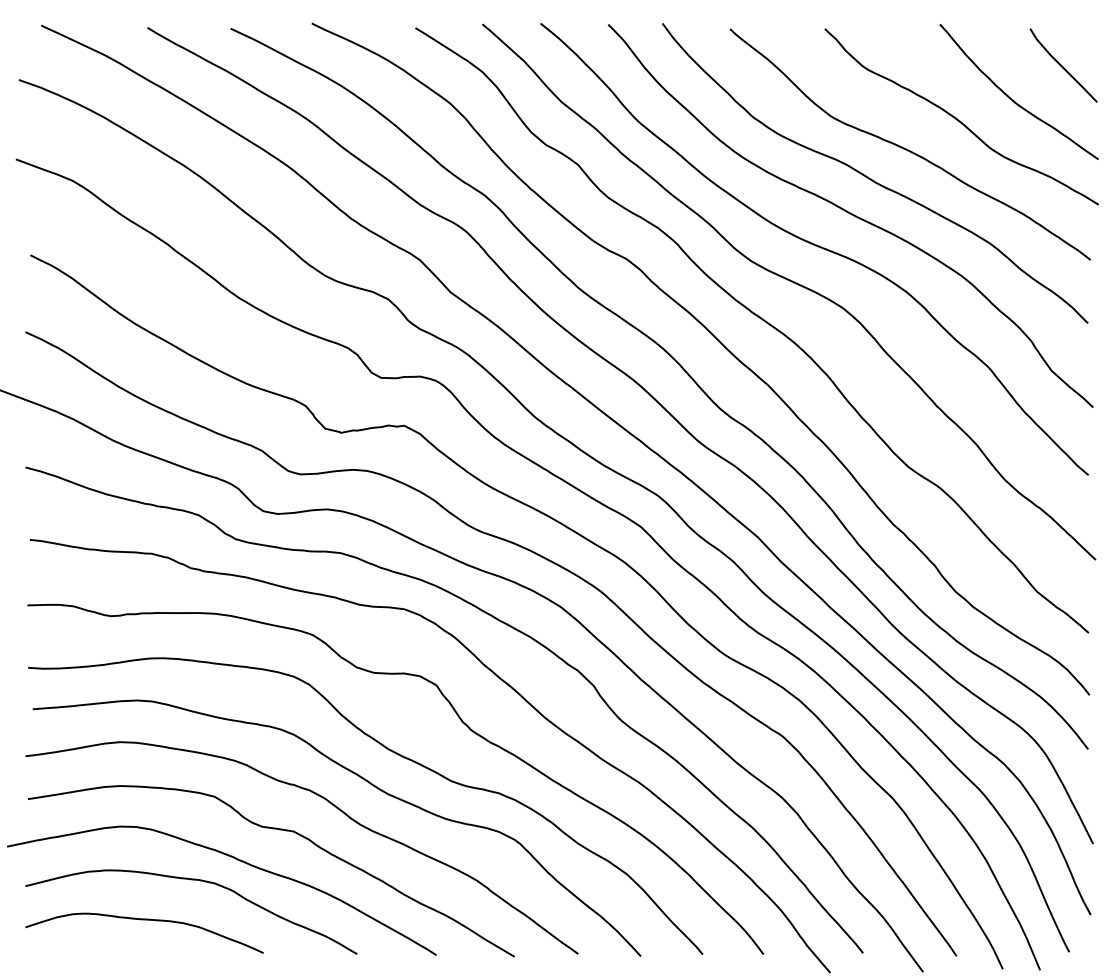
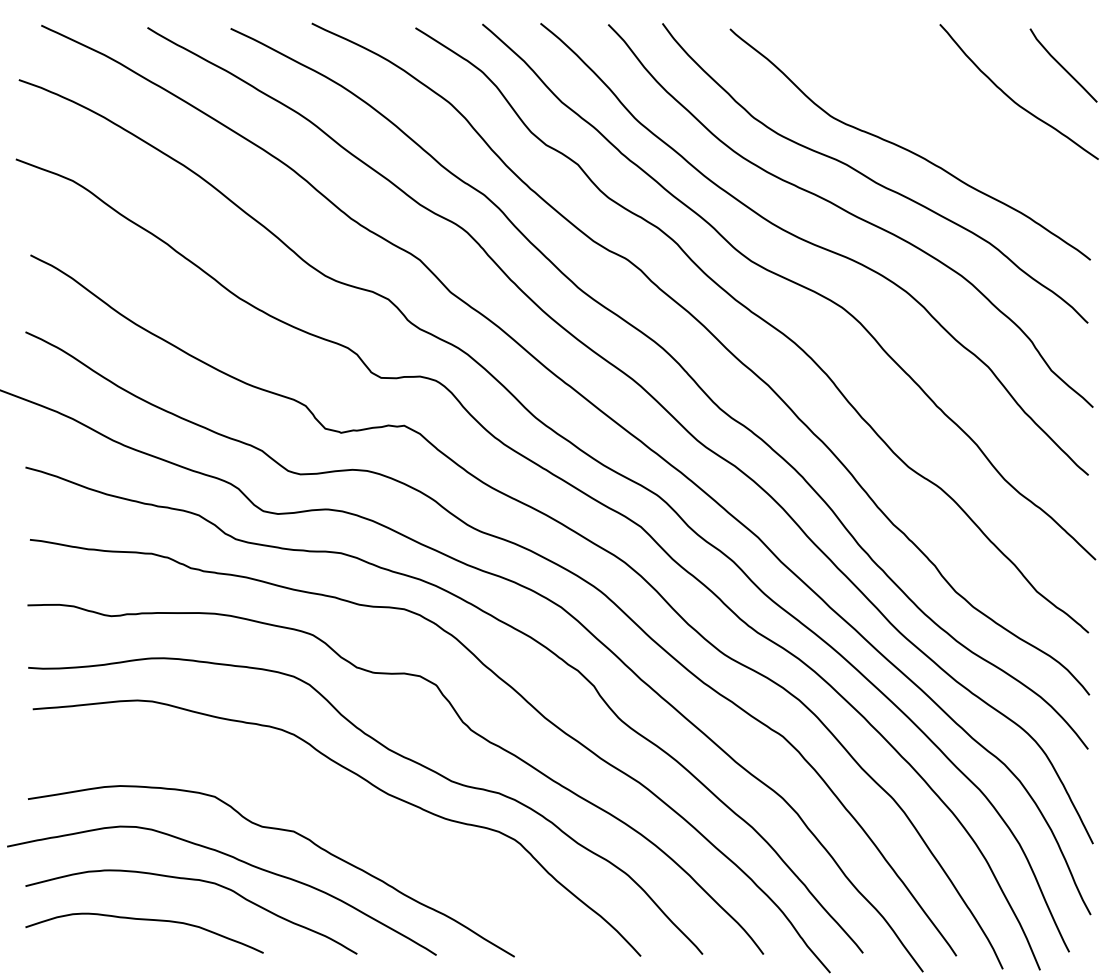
curve at (958, 119): present -> none
curve at (333, 806): present -> none
